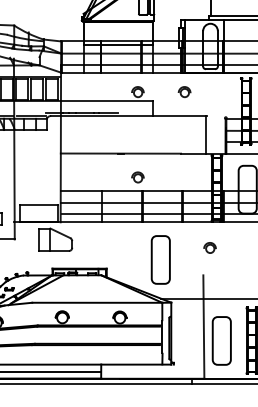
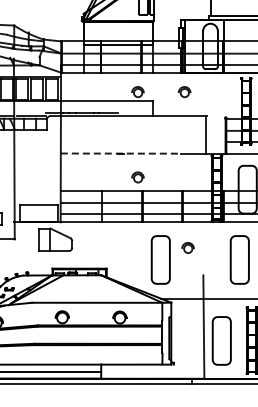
line at (121, 153): solid -> dashed
part at (209, 247) position: (209, 247) -> (187, 247)
part at (239, 259): none -> present
